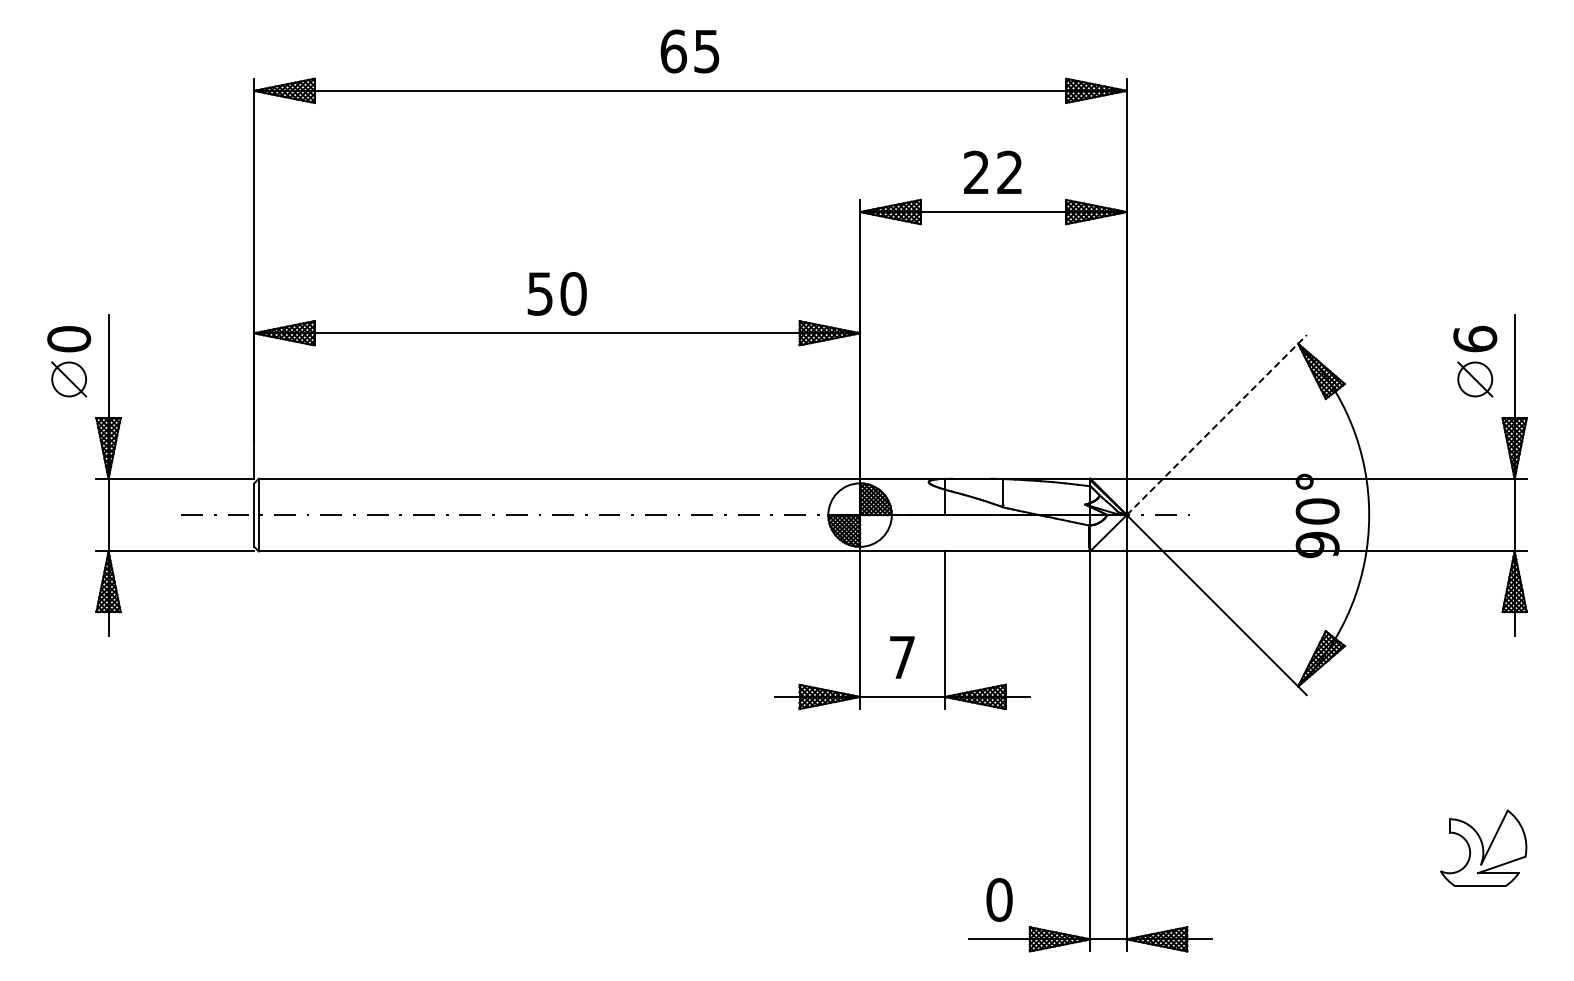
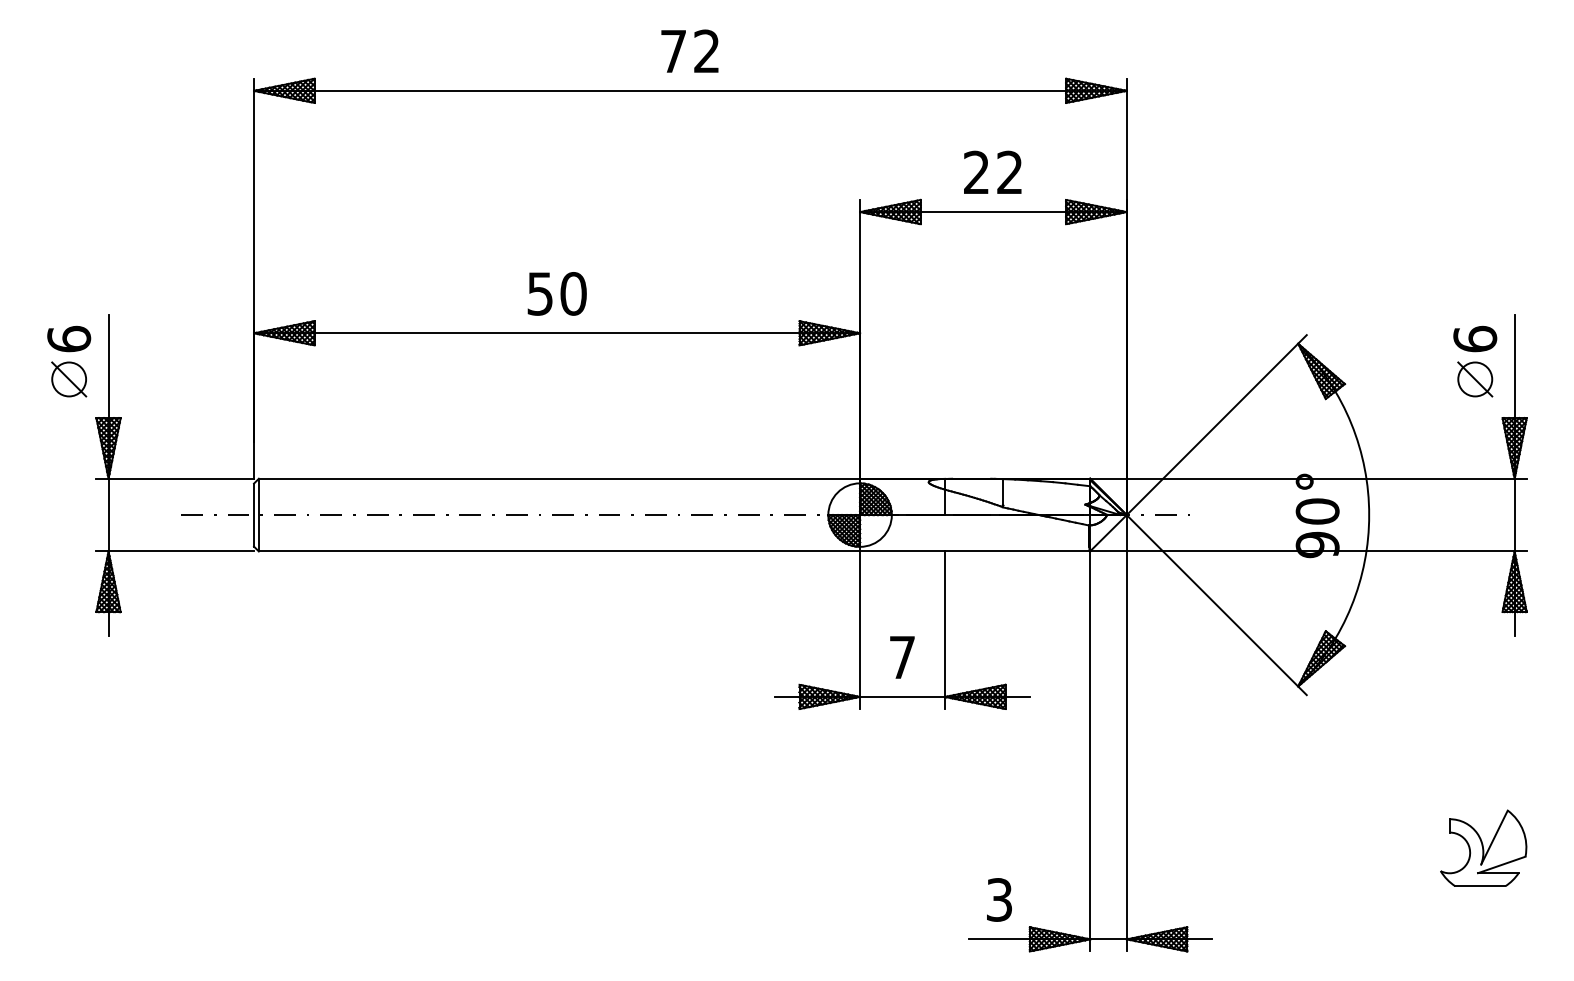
text at (689, 51): 65 -> 72
text at (68, 338): 0 -> 6
line at (1217, 424): dashed -> solid
text at (999, 899): 0 -> 3
